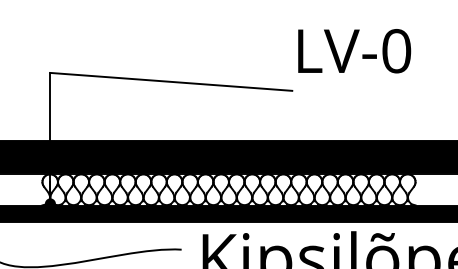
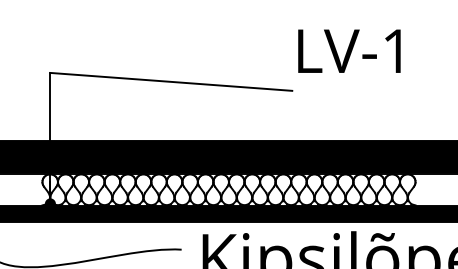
text at (396, 51): LV-0 -> LV-1
